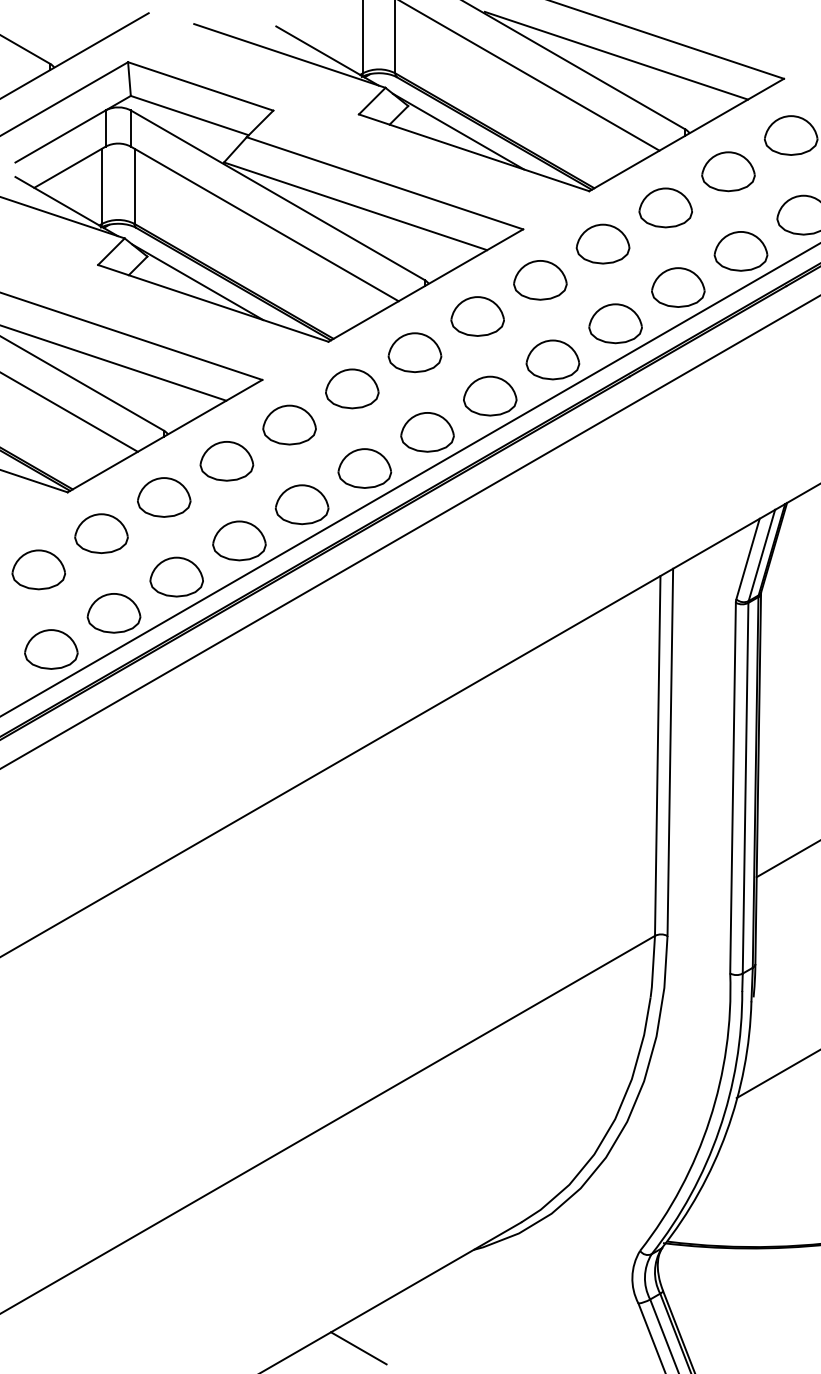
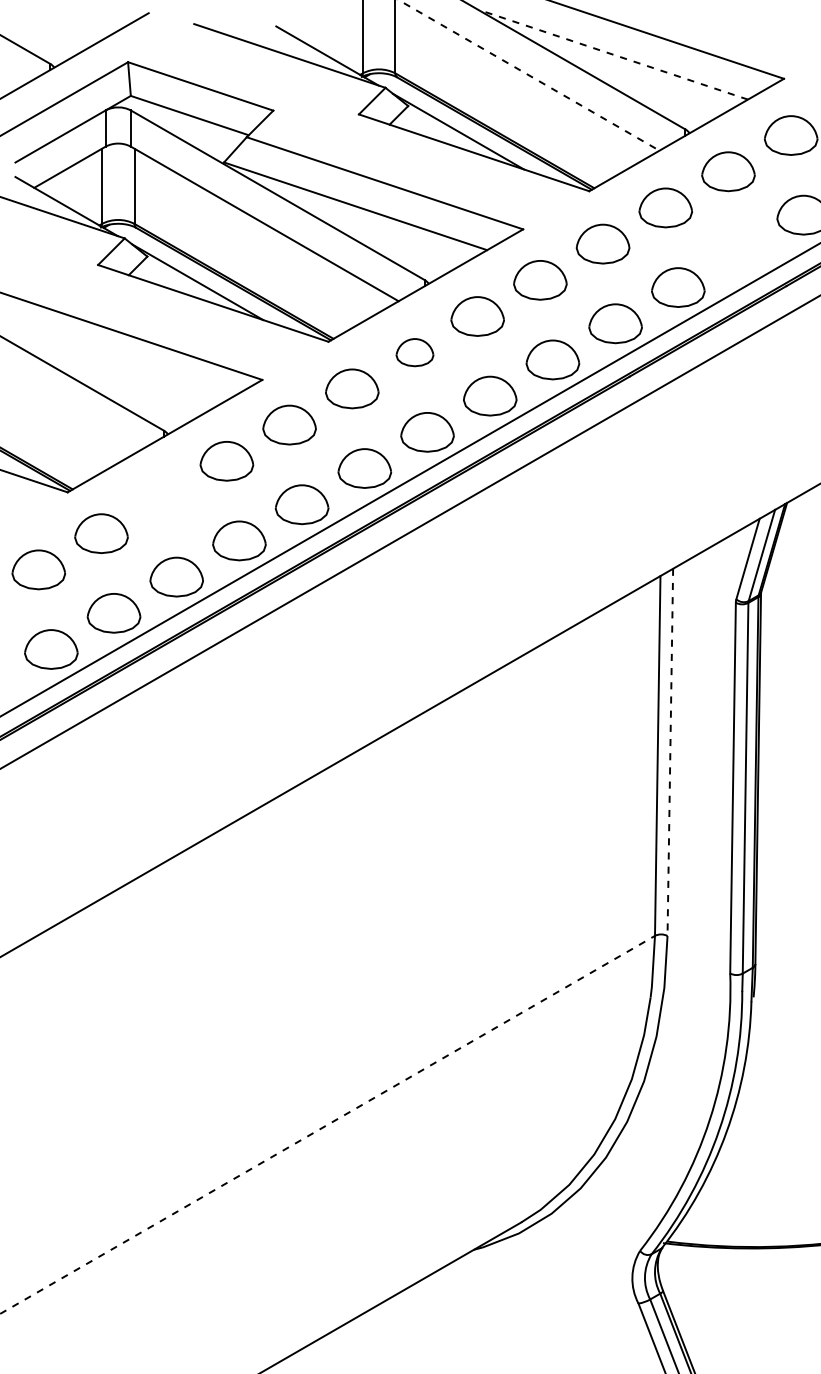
line at (616, 55): solid -> dashed
line at (529, 75): solid -> dashed
part at (740, 251): present -> none
part at (414, 352) size: 56x41 px -> 40x30 px
line at (114, 363): present -> none
line at (69, 412): present -> none
part at (164, 497): present -> none
line at (670, 752): solid -> dashed
line at (786, 859): present -> none
line at (776, 1074): present -> none
line at (327, 1124): solid -> dashed
line at (358, 1348): present -> none
